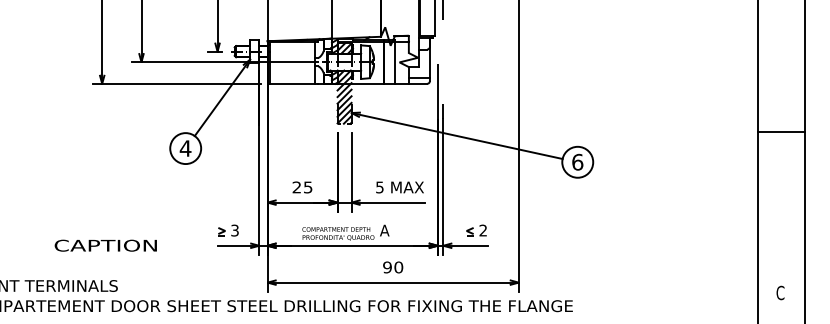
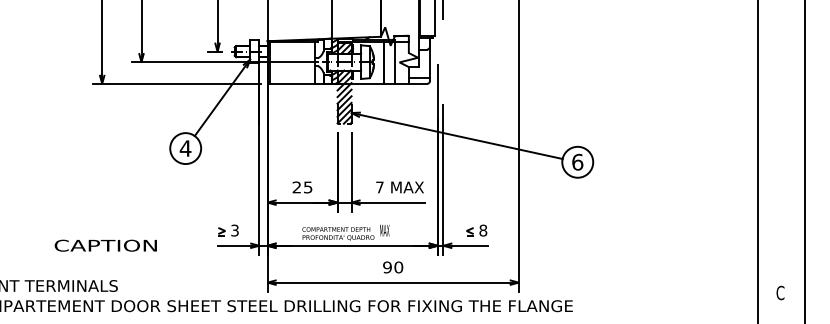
line at (781, 131): present -> none
text at (379, 187): 5 -> 7
text at (384, 230): A -> MAX
text at (483, 230): 2 -> 8
